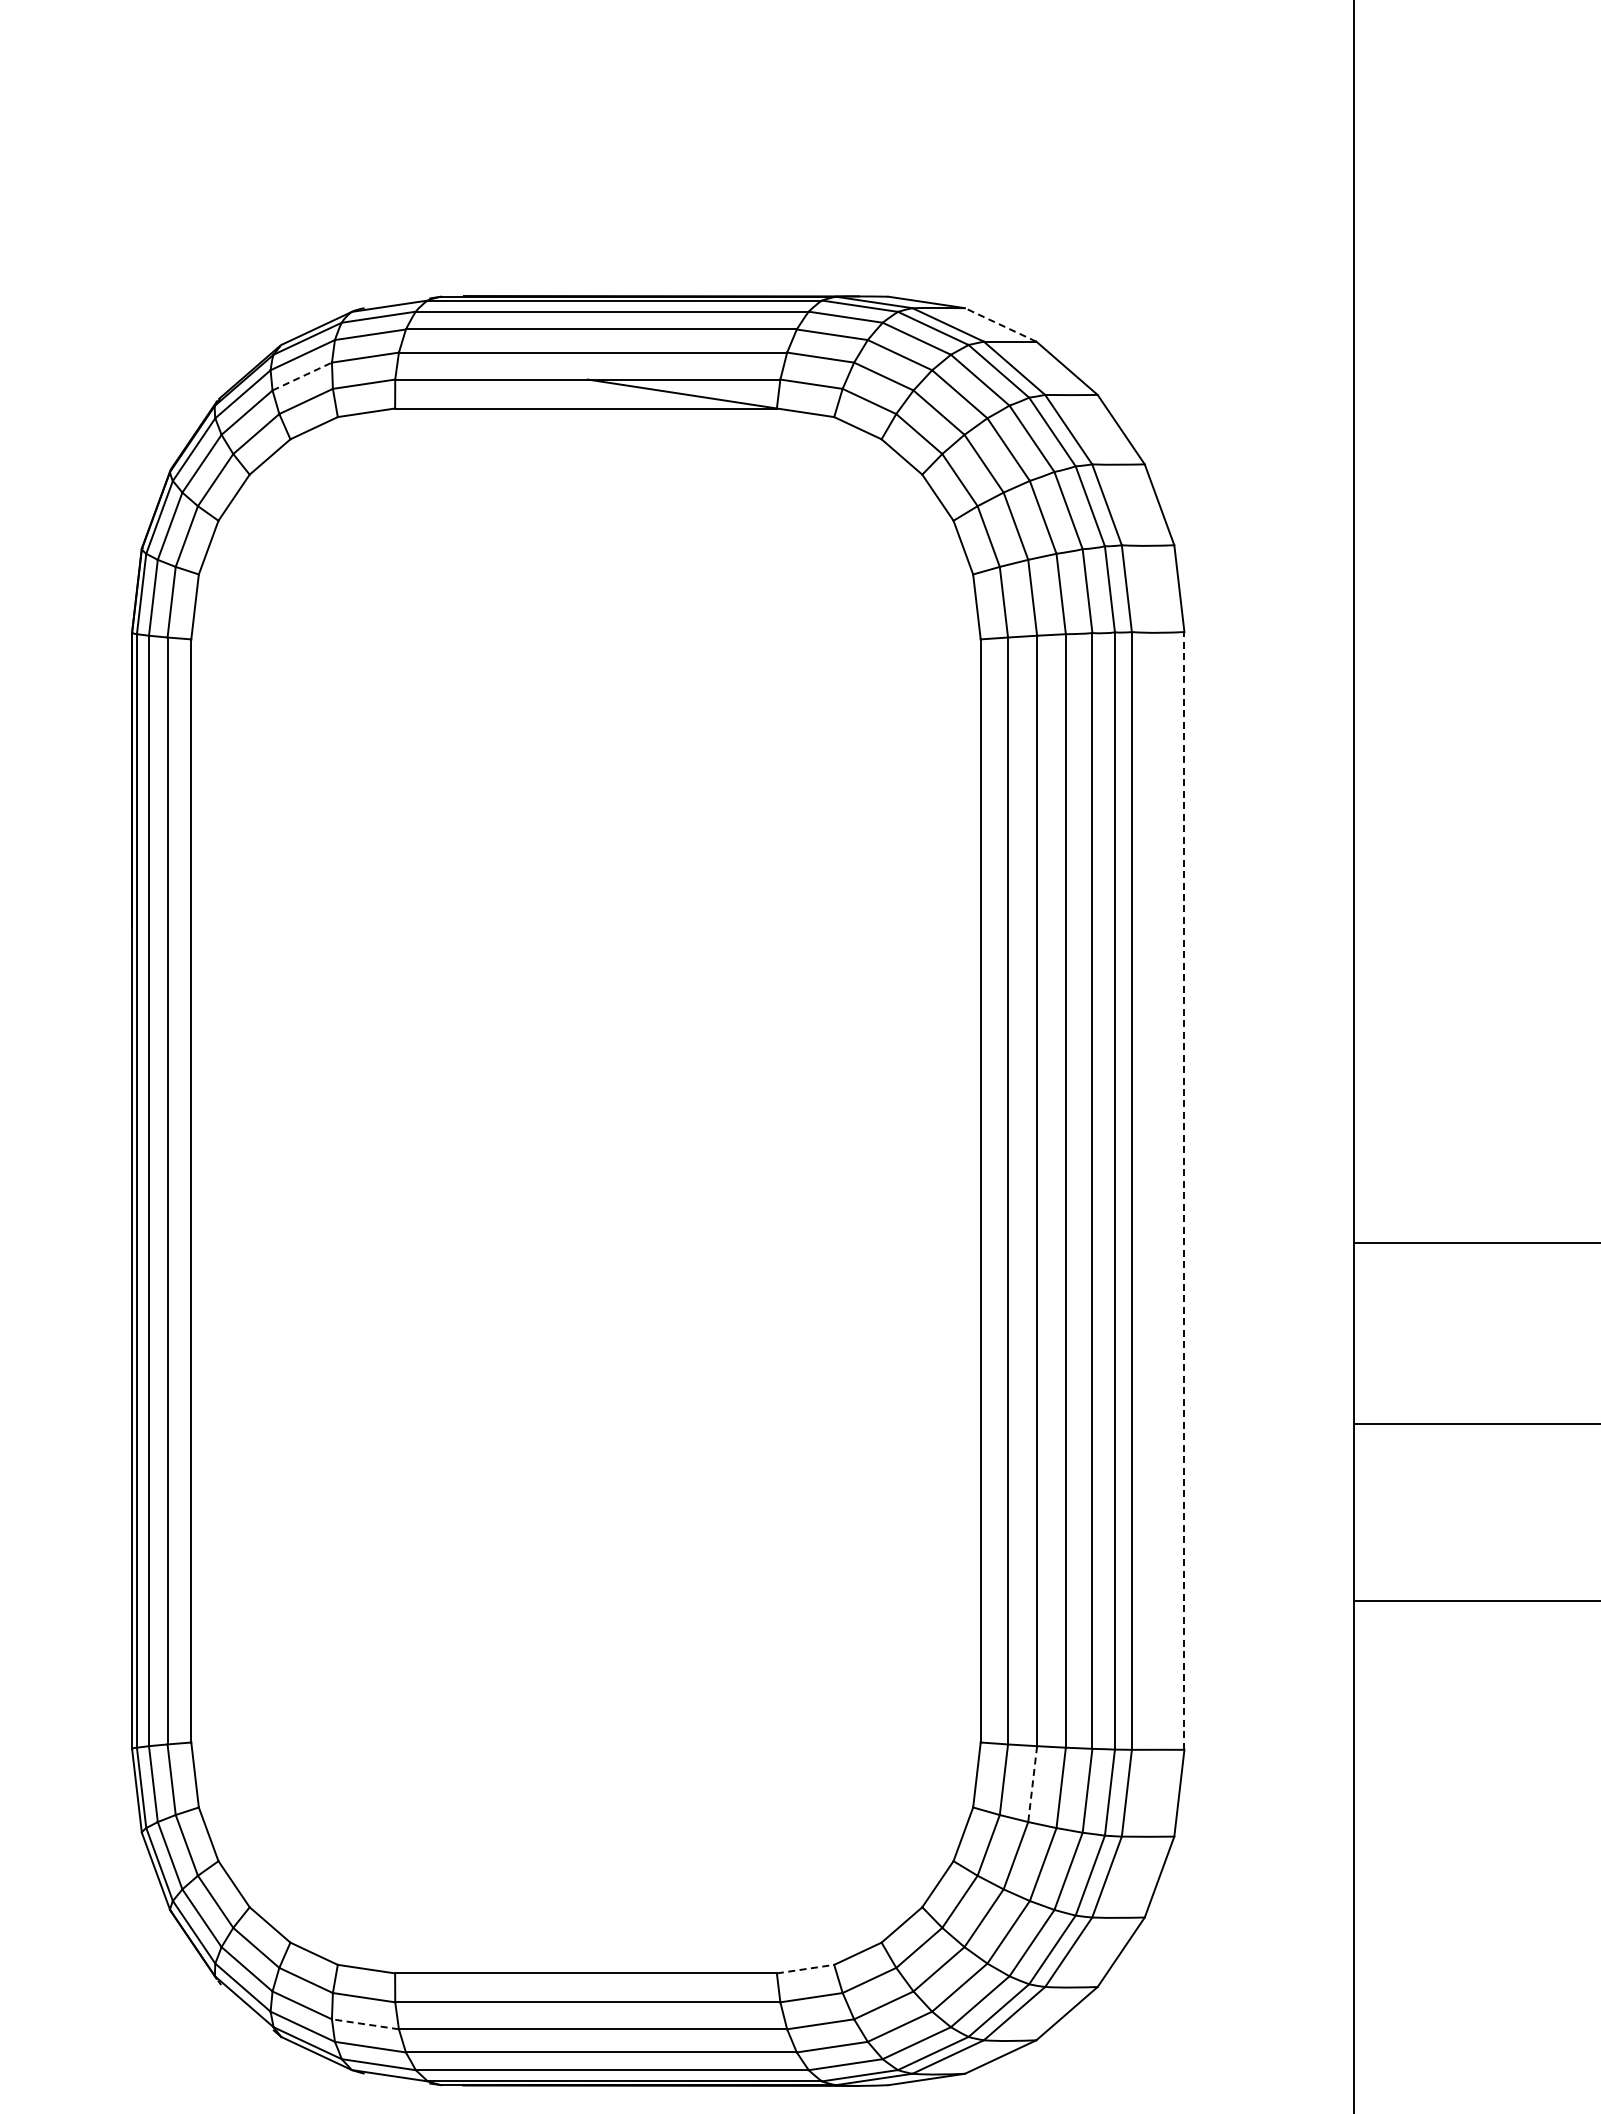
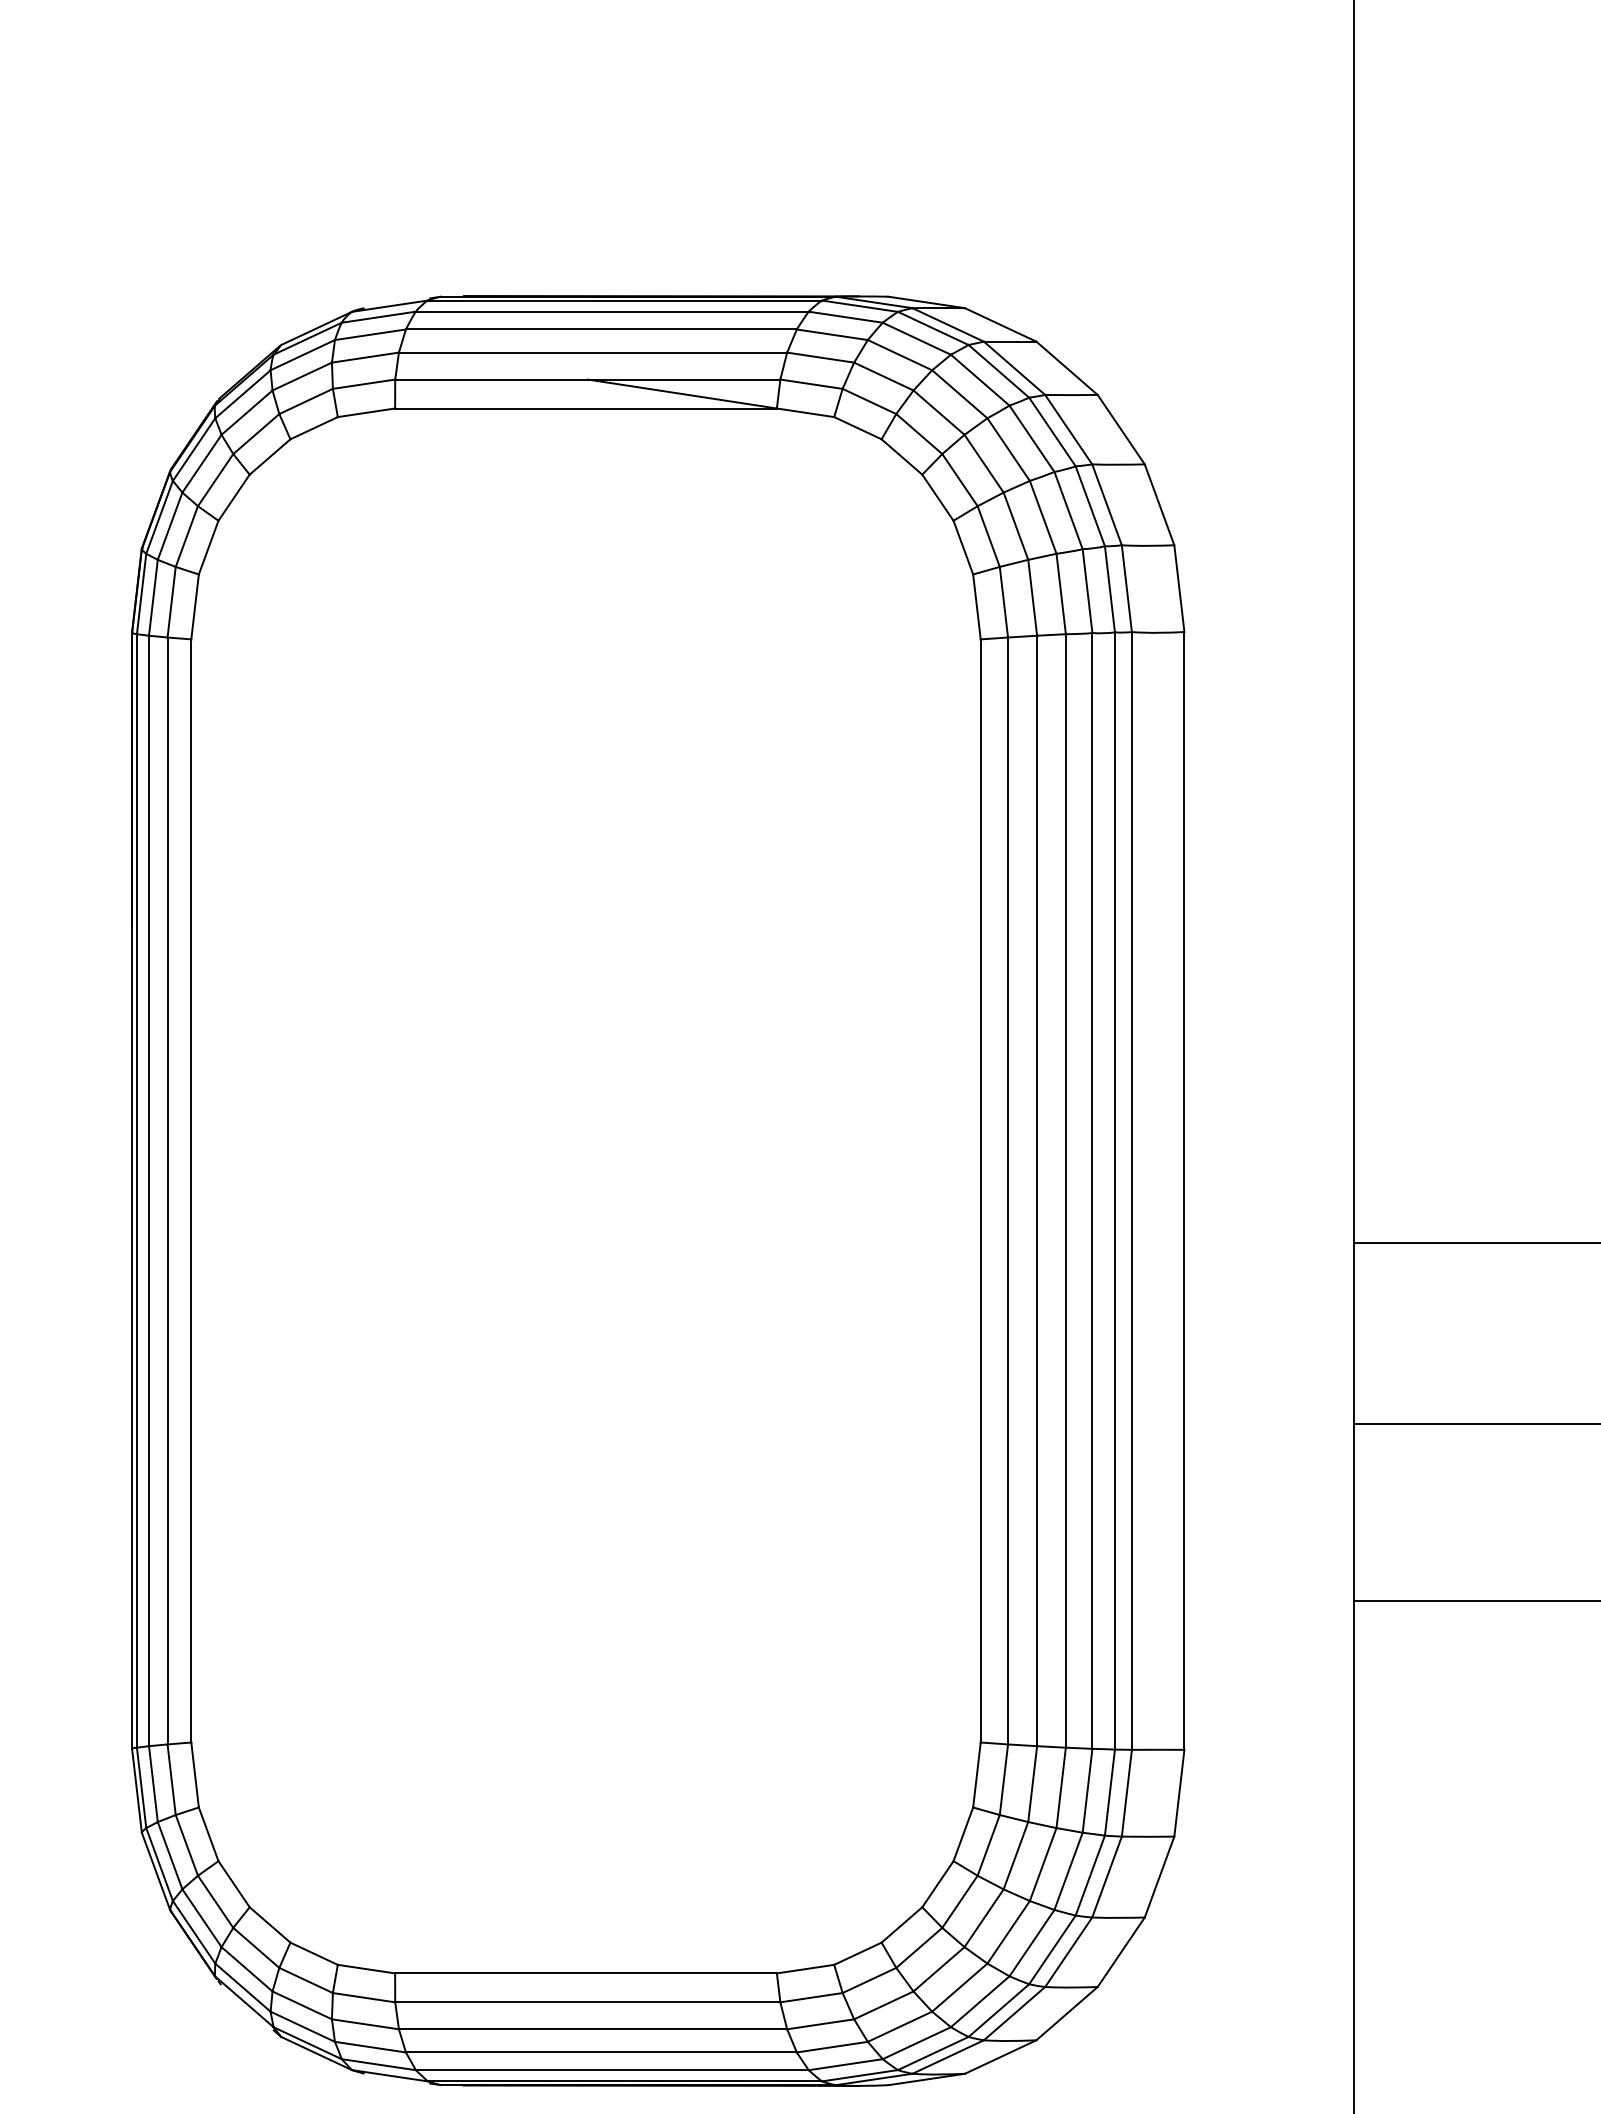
line at (1000, 324): dashed -> solid
line at (302, 376): dashed -> solid
line at (1184, 1190): dashed -> solid
line at (1032, 1784): dashed -> solid
line at (805, 1969): dashed -> solid
line at (365, 2024): dashed -> solid
